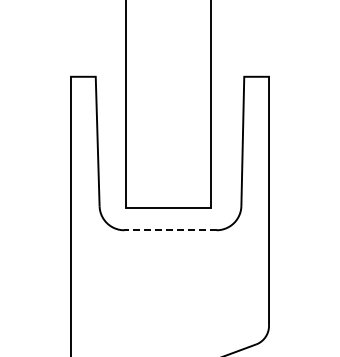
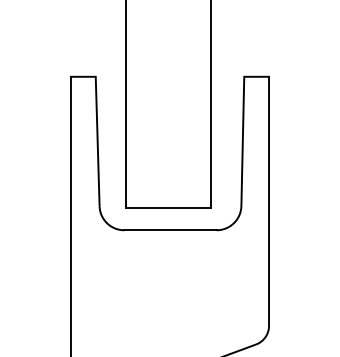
line at (169, 230): dashed -> solid
